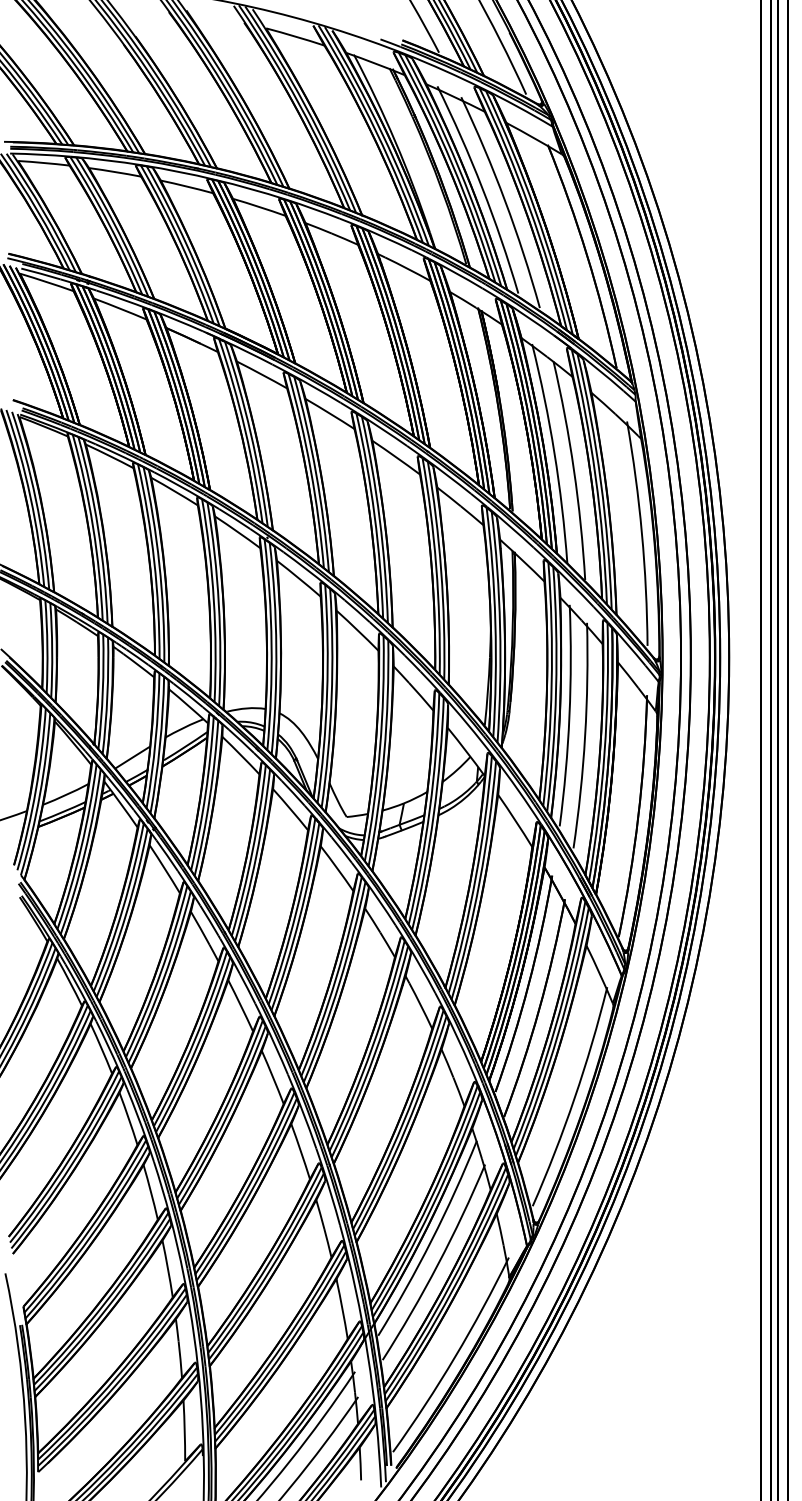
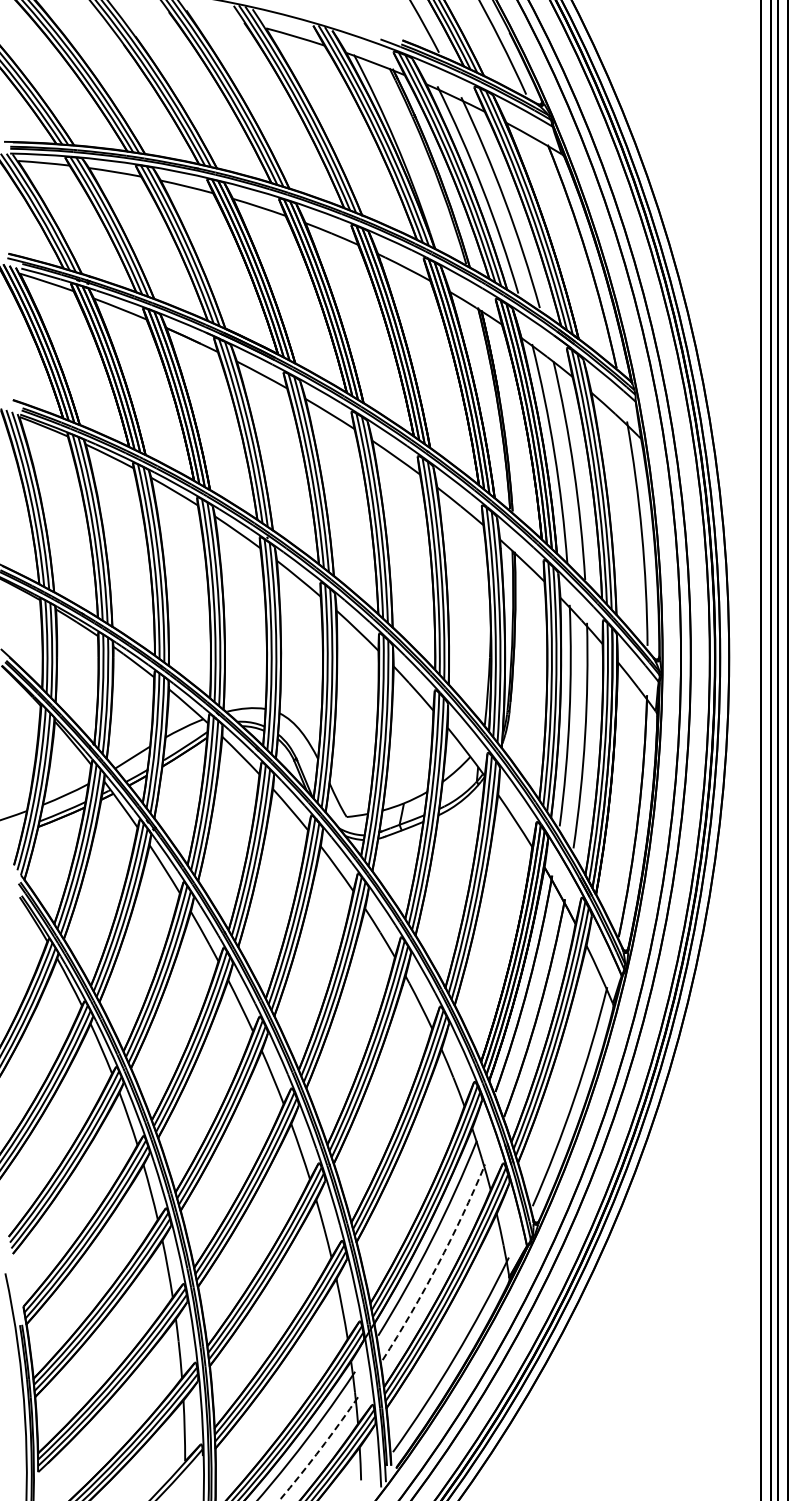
arc at (438, 1264): solid -> dashed
arc at (320, 1449): solid -> dashed
